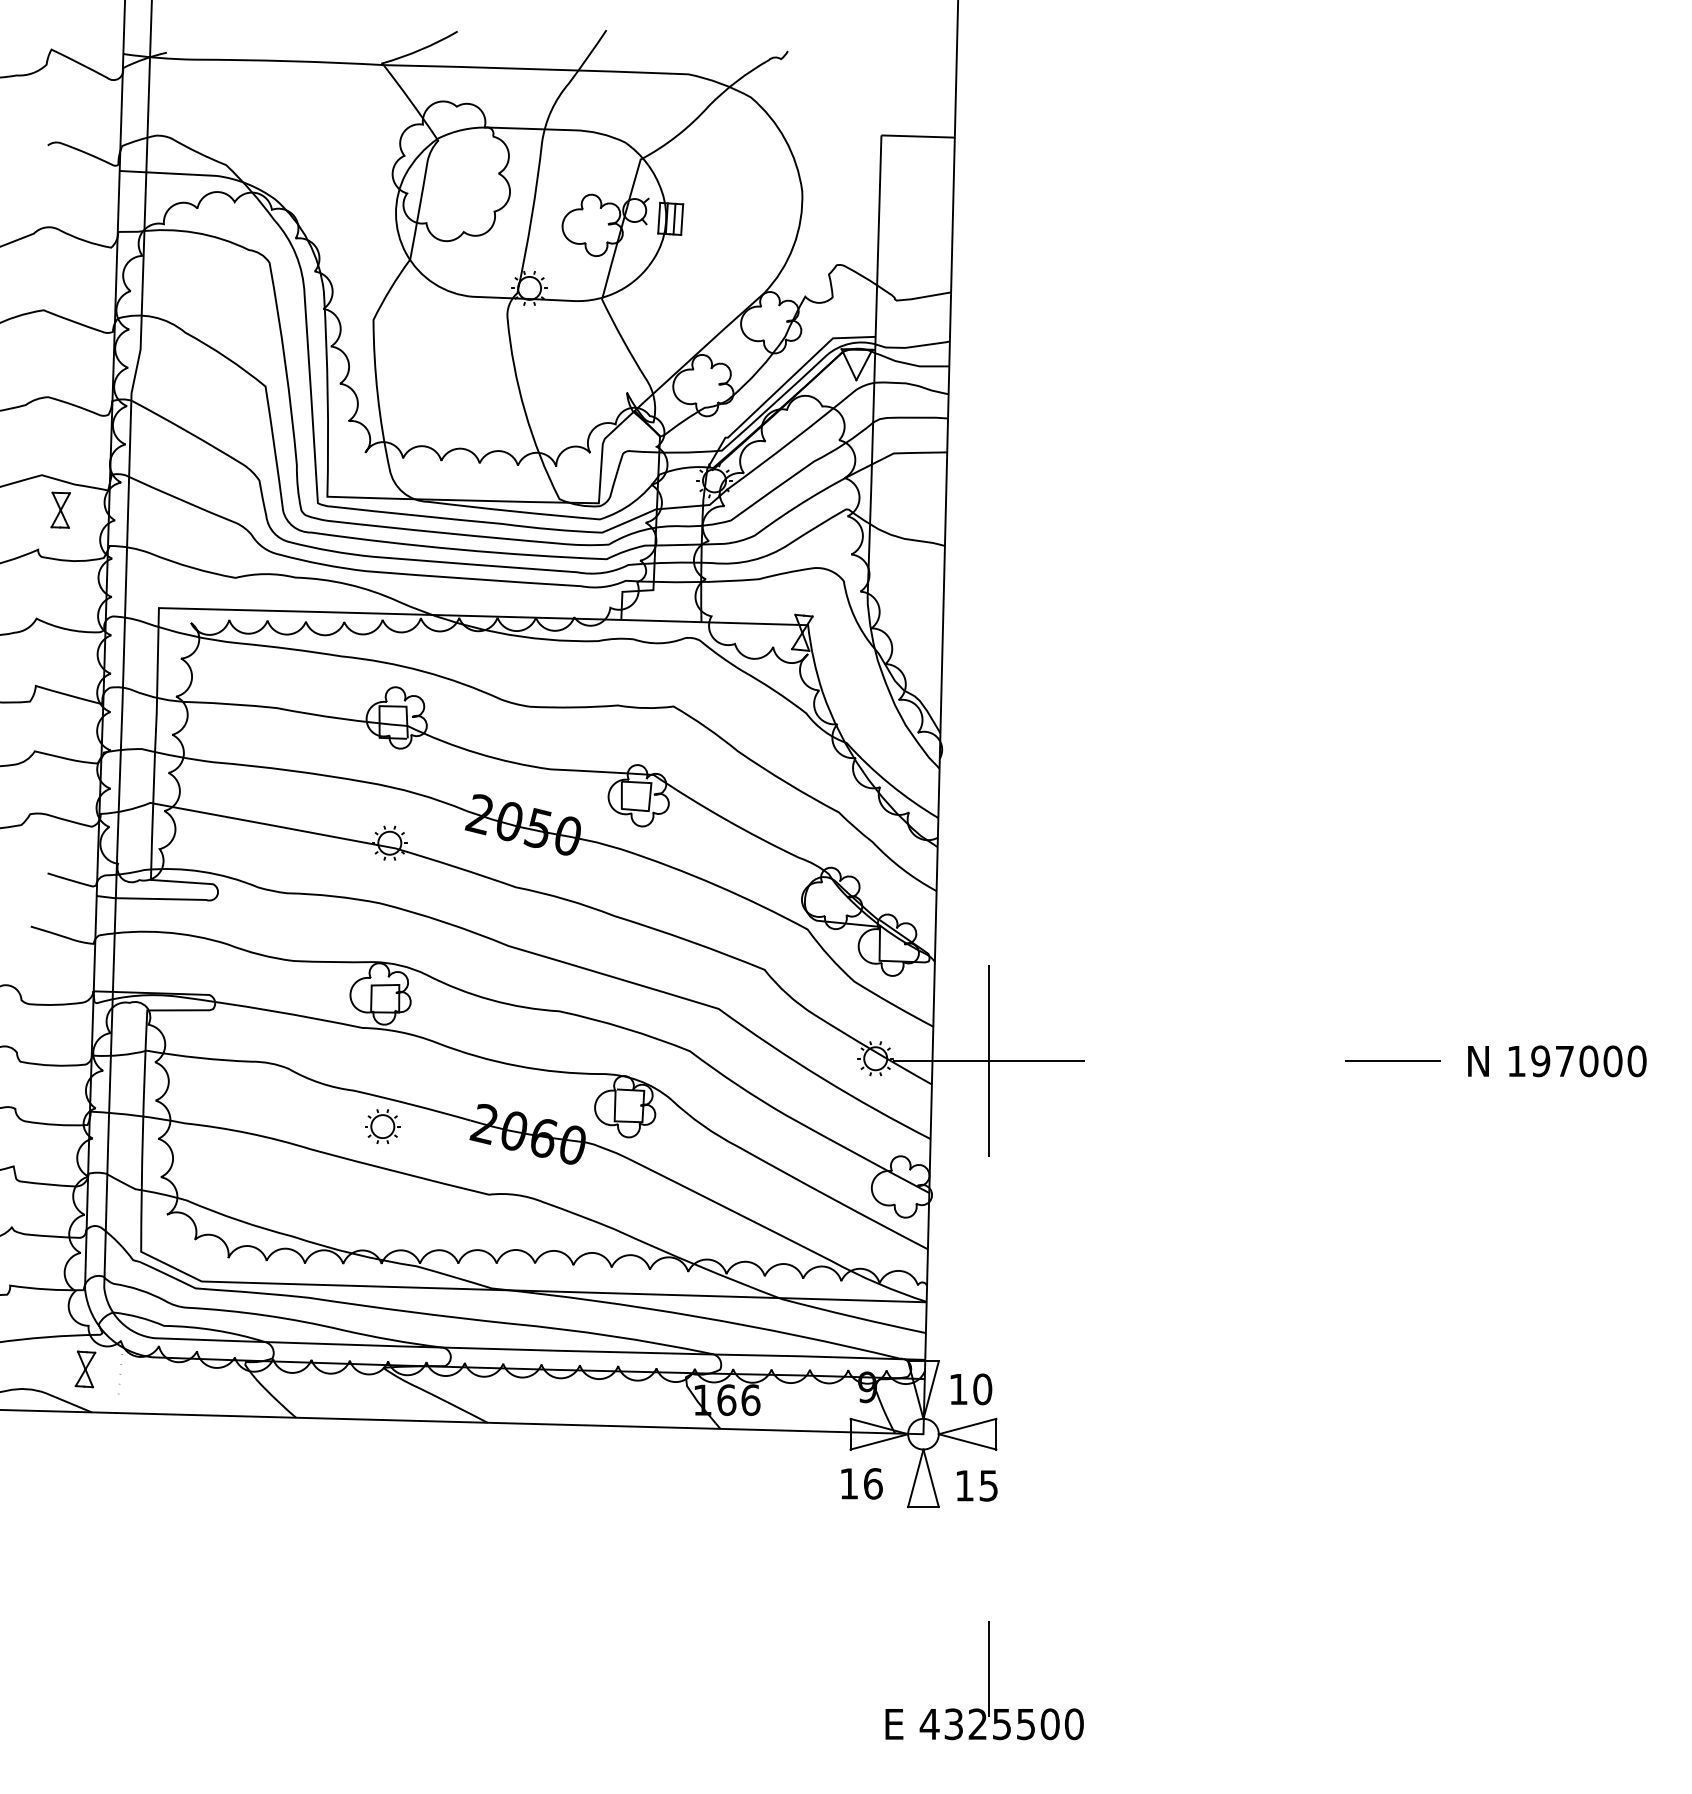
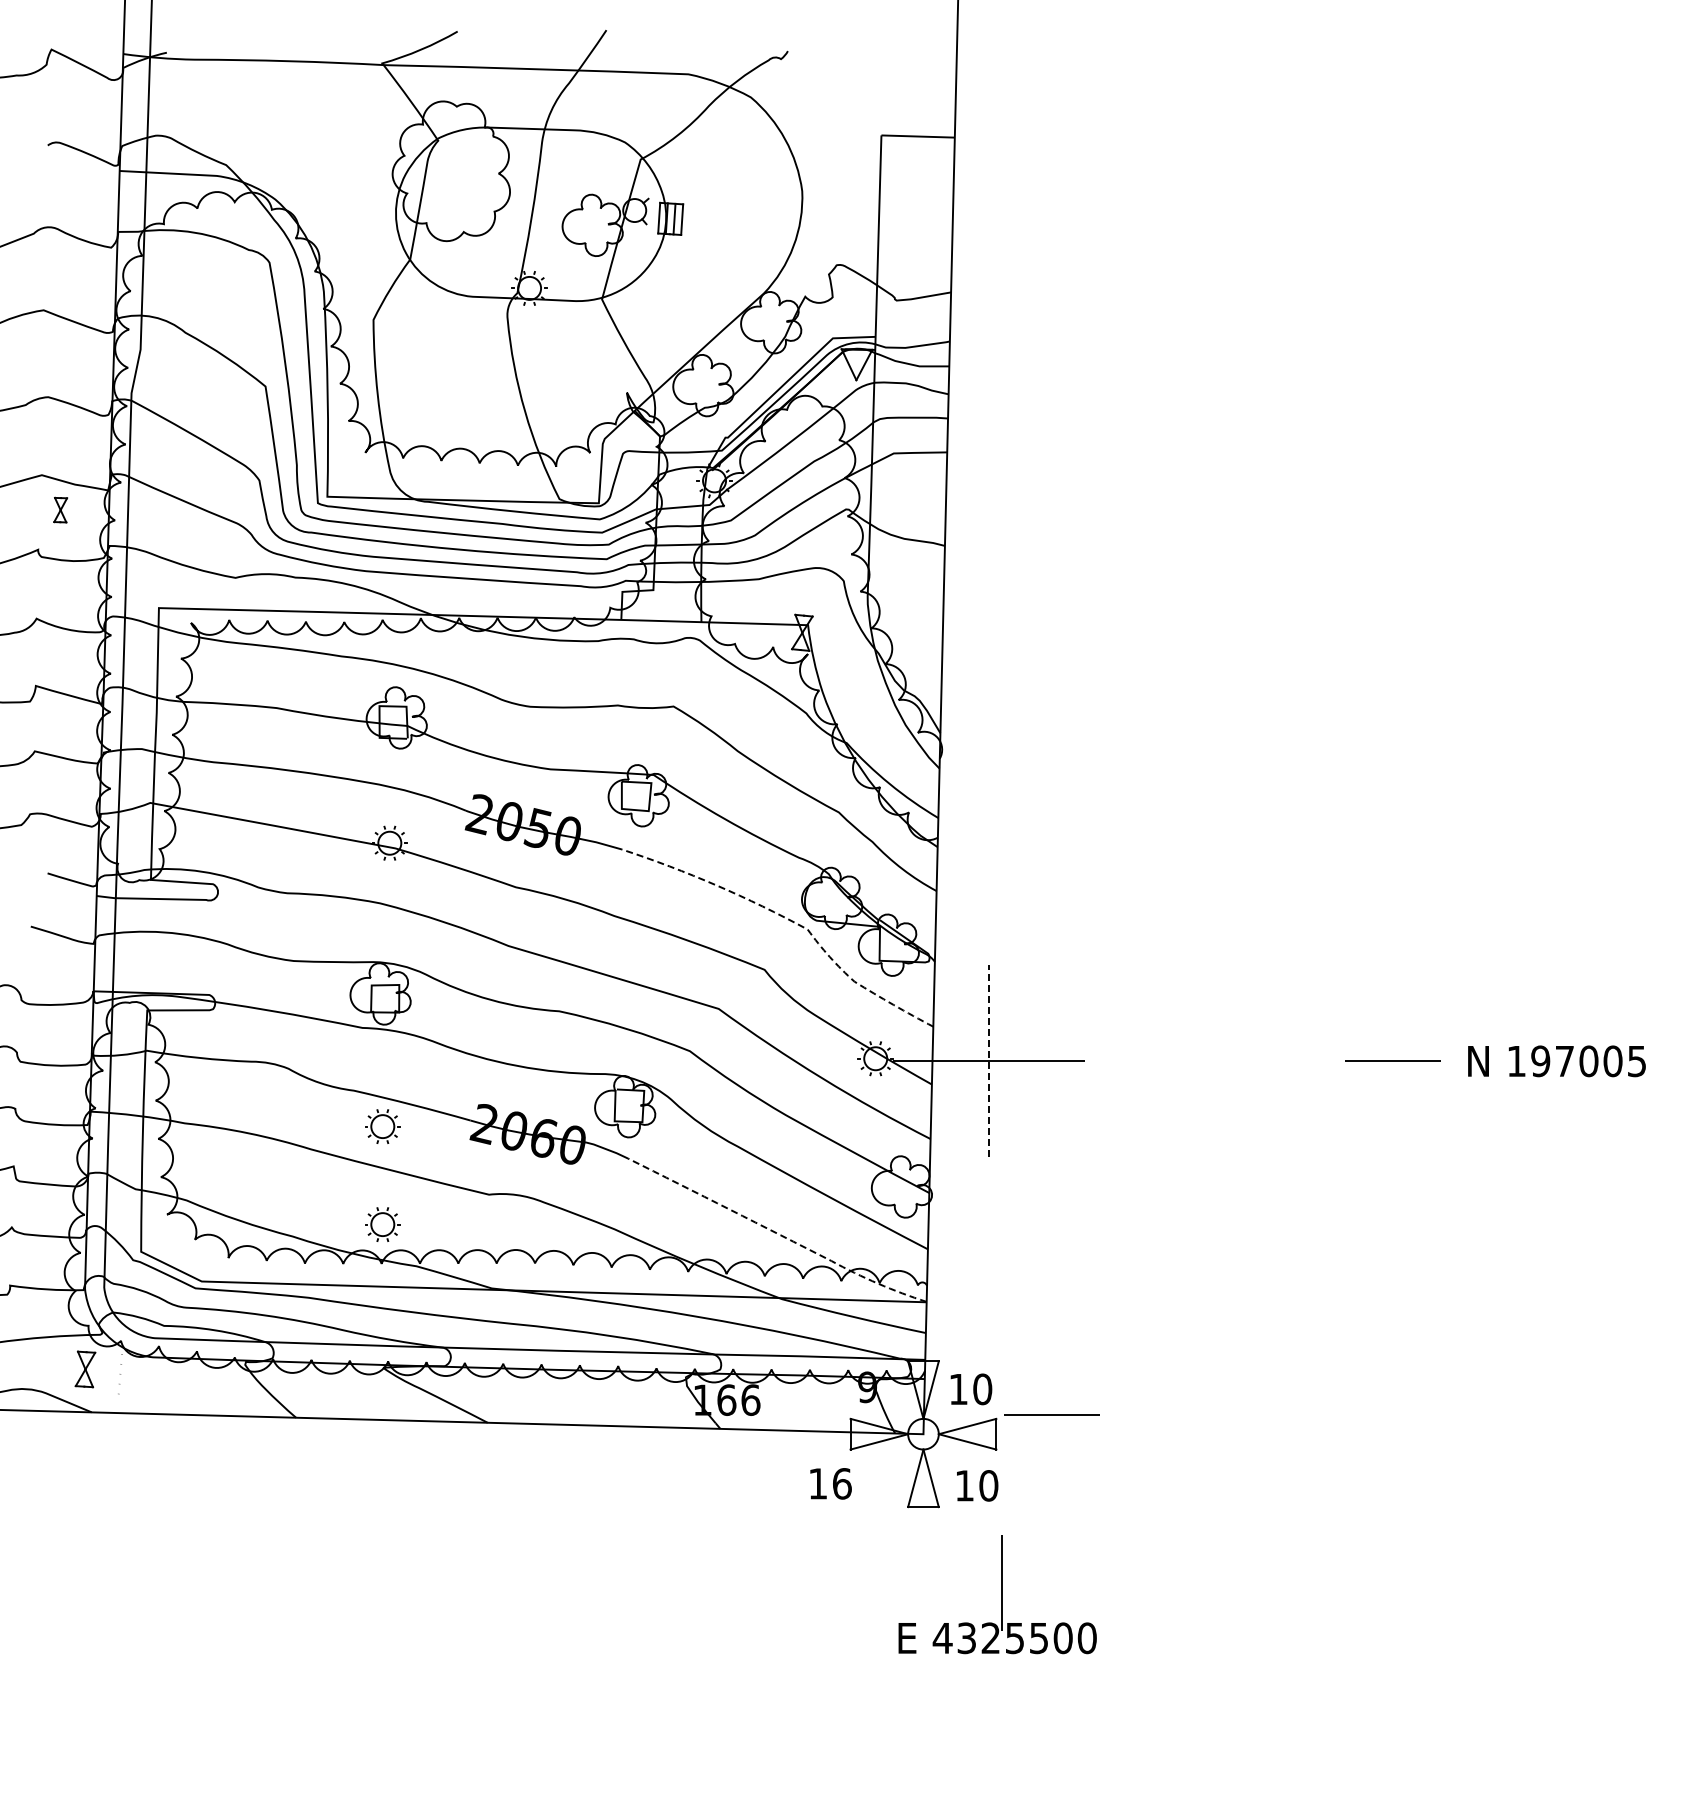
part at (60, 509) size: 21x38 px -> 16x28 px
line at (788, 919): solid -> dashed
line at (989, 1061): solid -> dashed
text at (1636, 1061): 197000 -> 197005
part at (382, 1224): none -> present
line at (778, 1234): solid -> dashed
line at (1051, 1414): none -> present
text at (861, 1483) position: (861, 1483) -> (830, 1483)
text at (988, 1485): 15 -> 10
part at (984, 1680) position: (984, 1680) -> (997, 1594)
